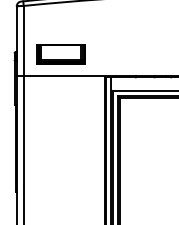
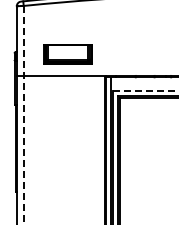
part at (60, 54) position: (60, 54) -> (67, 54)
line at (146, 91): solid -> dashed
line at (23, 114): solid -> dashed
